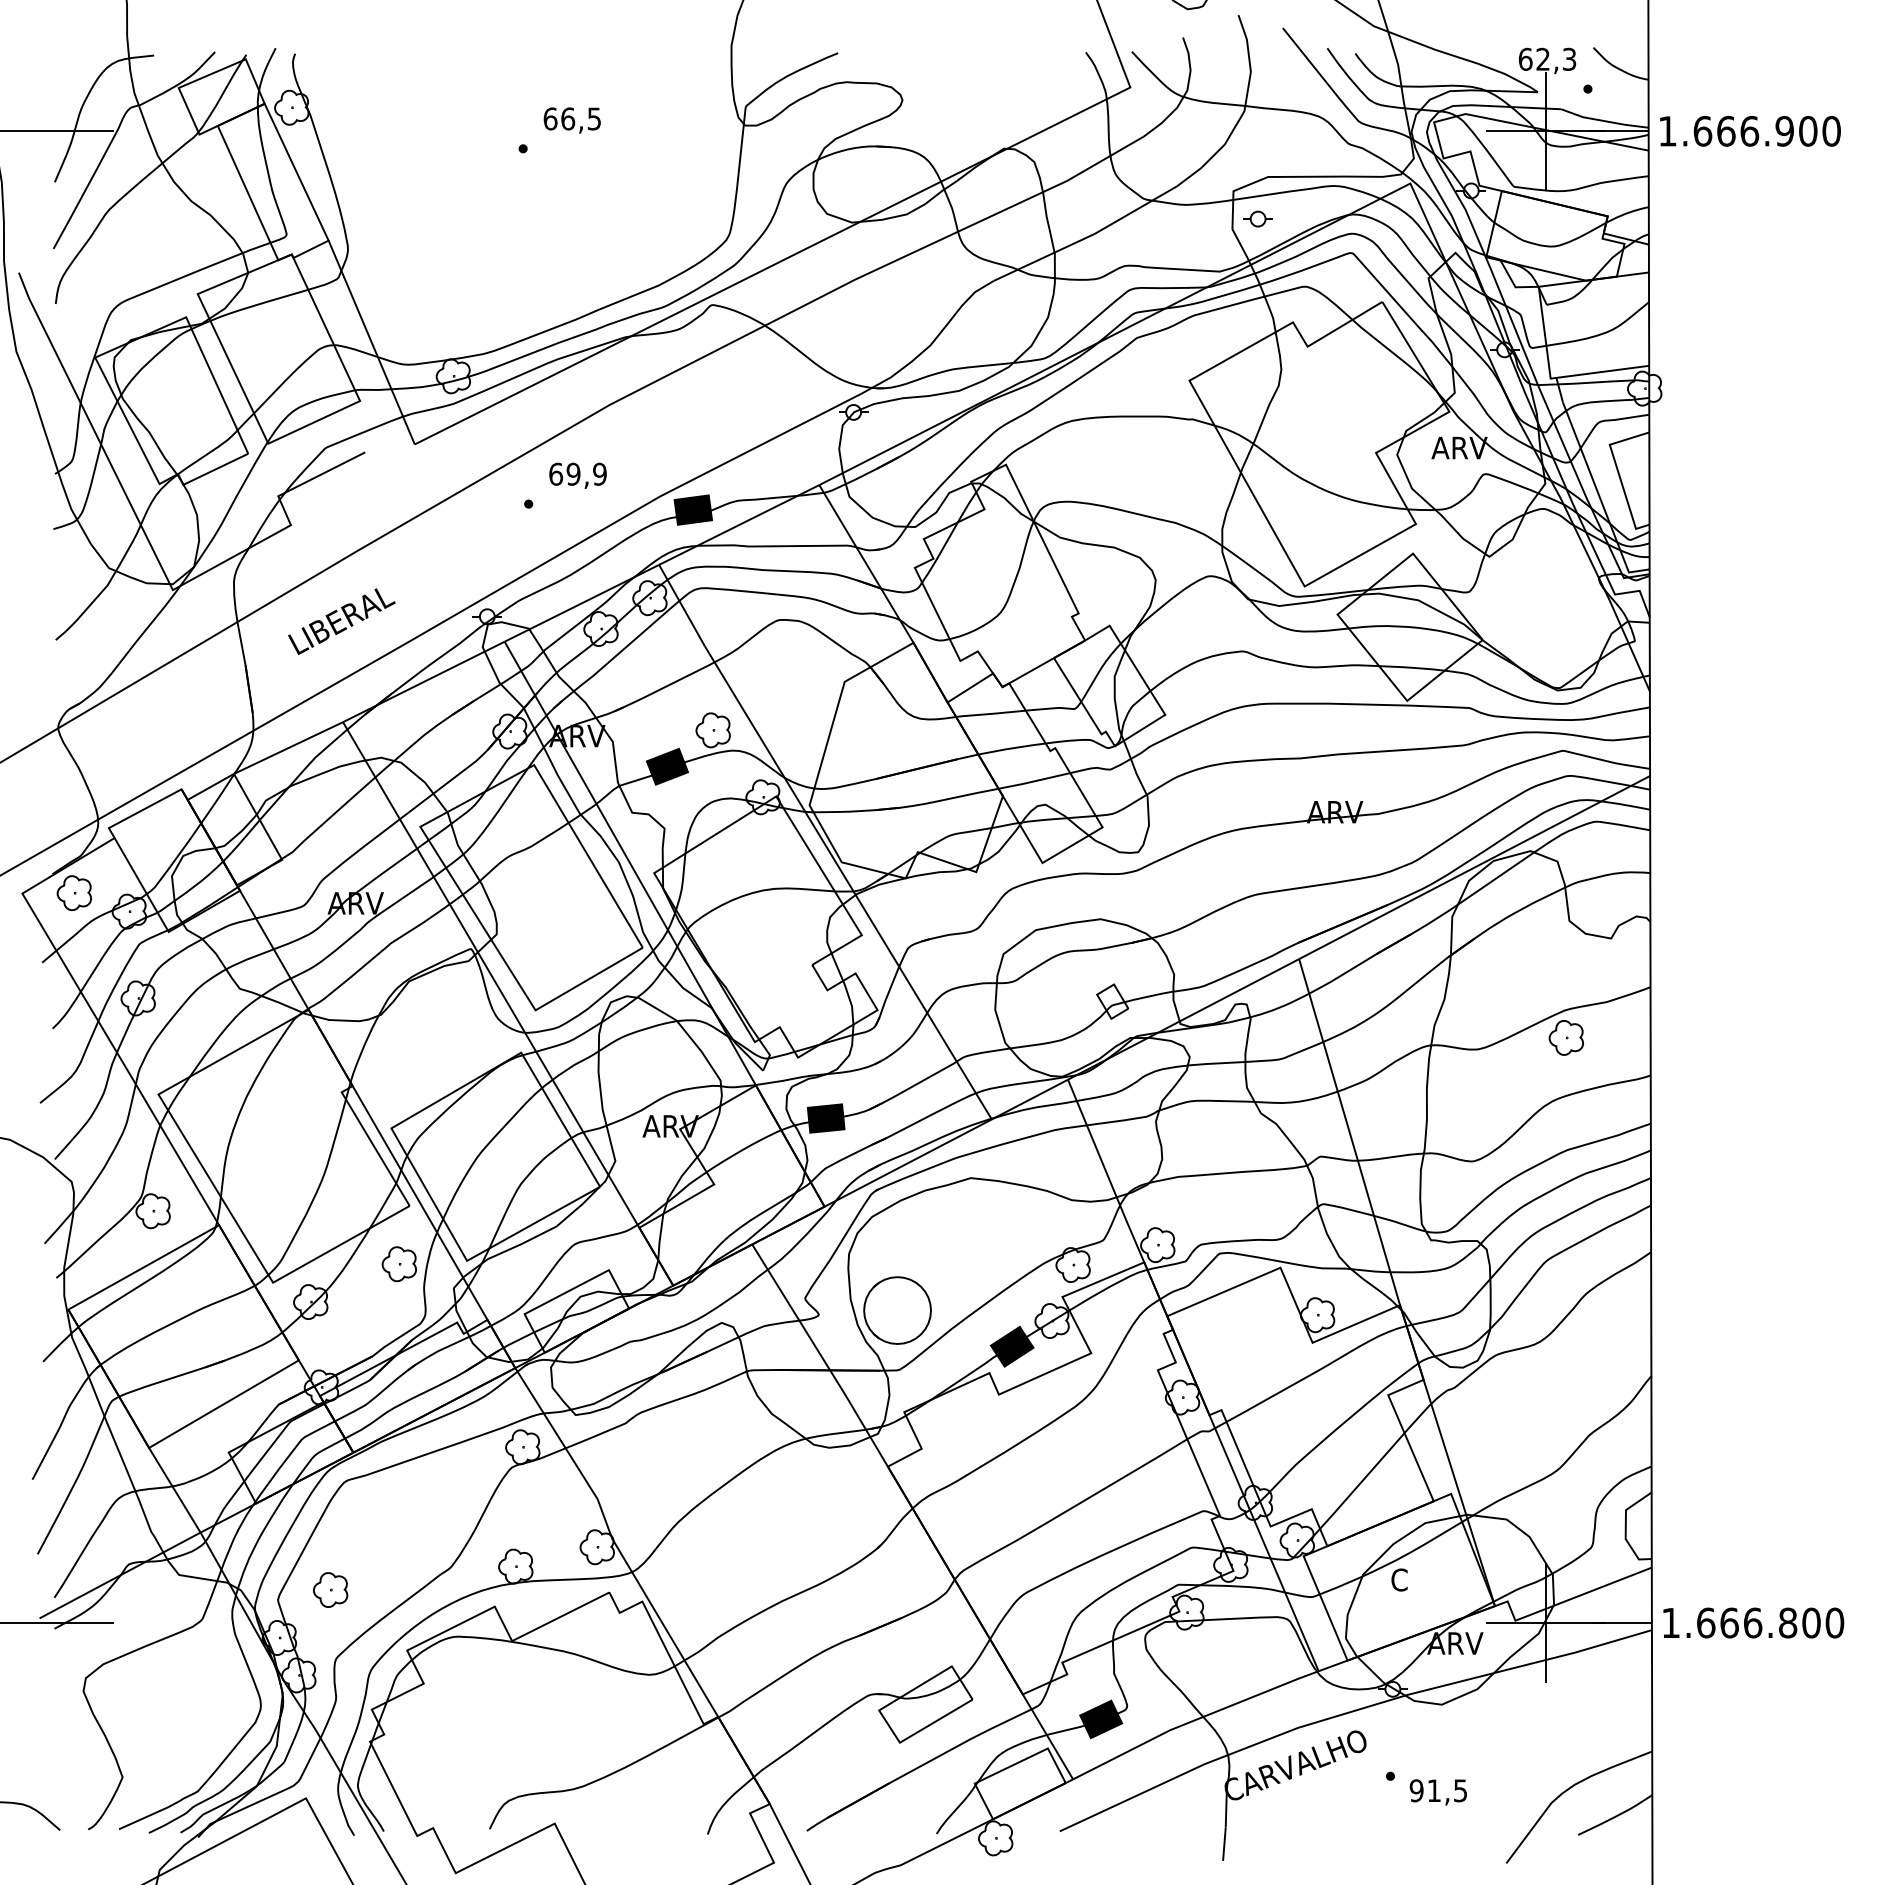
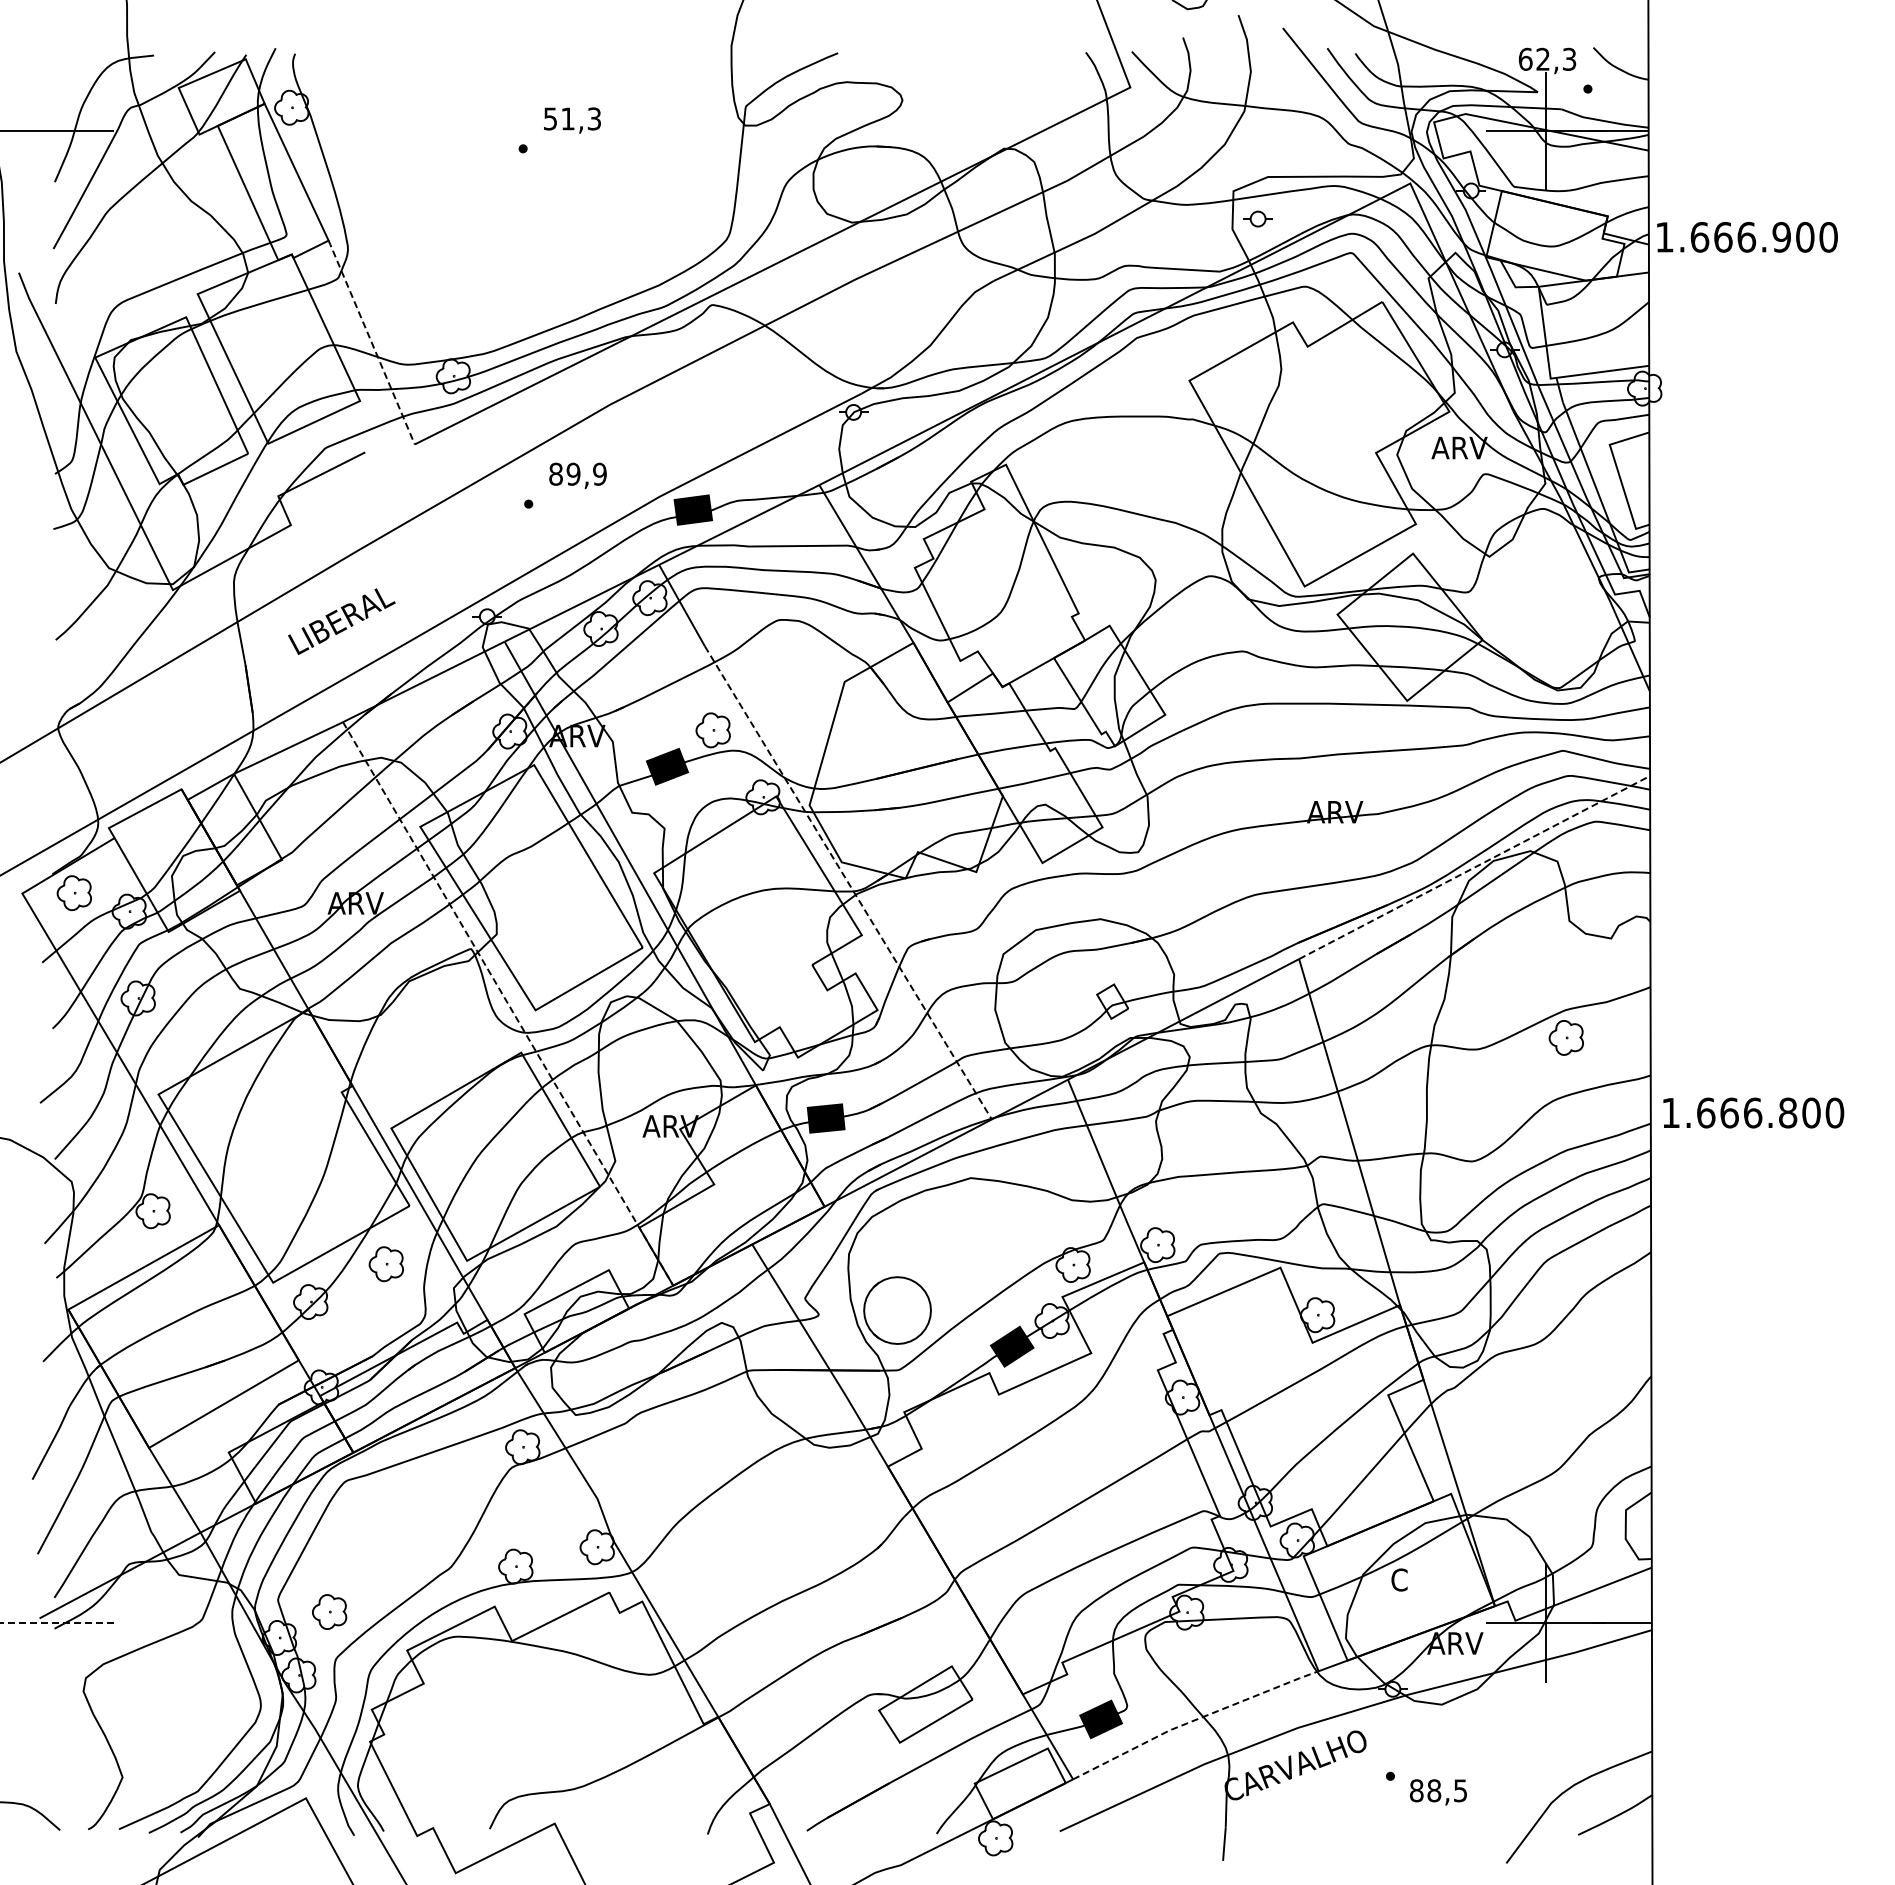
text at (571, 118): 66,5 -> 51,3
text at (1750, 131) position: (1750, 131) -> (1747, 237)
line at (371, 342): solid -> dashed
text at (556, 473): 69,9 -> 89,9
line at (1474, 867): solid -> dashed
line at (848, 882): solid -> dashed
line at (508, 1004): solid -> dashed
part at (398, 1264) position: (398, 1264) -> (385, 1264)
part at (330, 1589) position: (330, 1589) -> (329, 1611)
text at (1753, 1622) position: (1753, 1622) -> (1753, 1112)
line at (57, 1623): solid -> dashed
line at (1193, 1720): solid -> dashed
text at (1425, 1790): 91,5 -> 88,5
